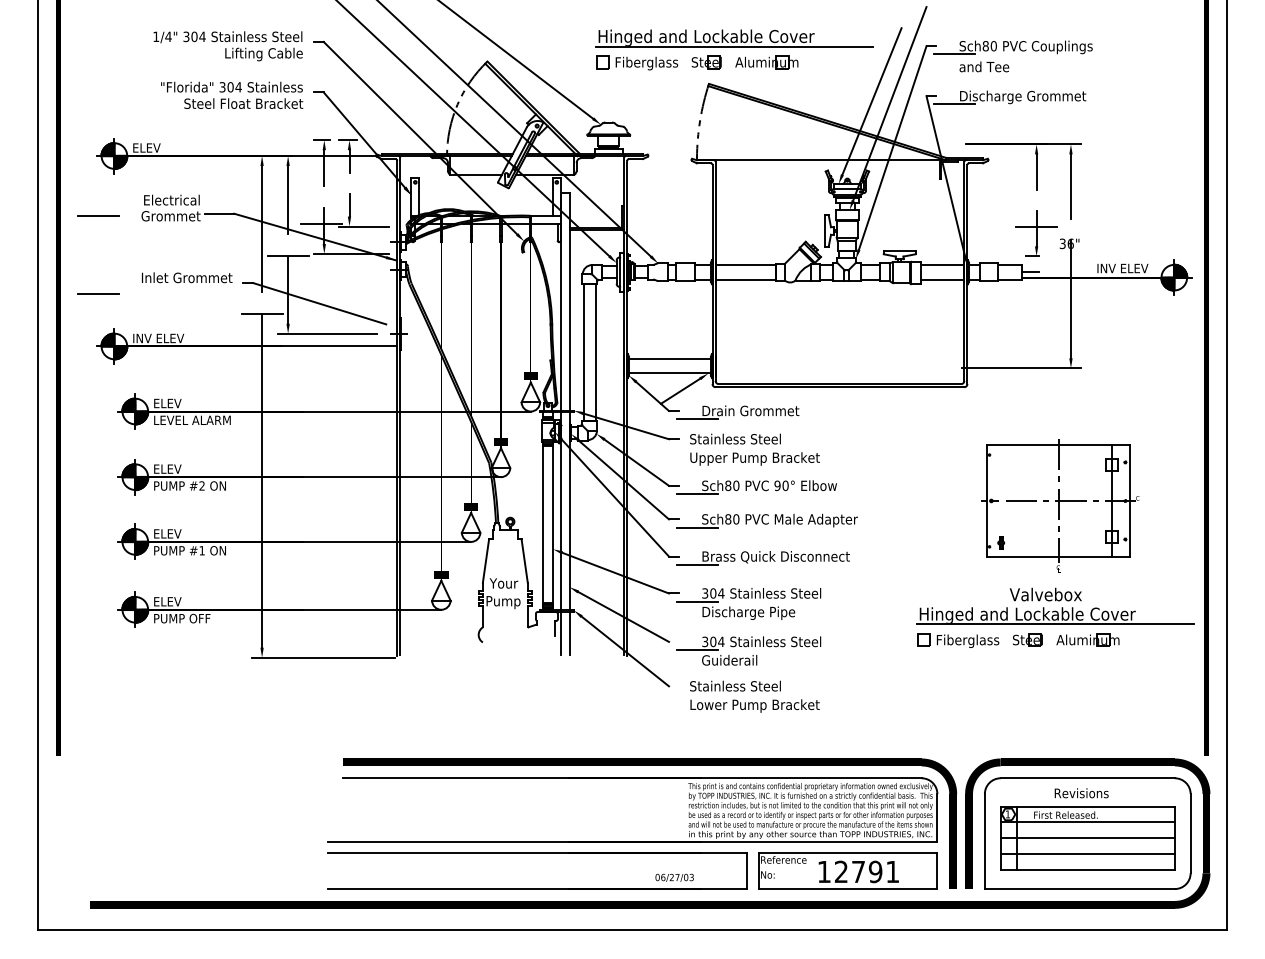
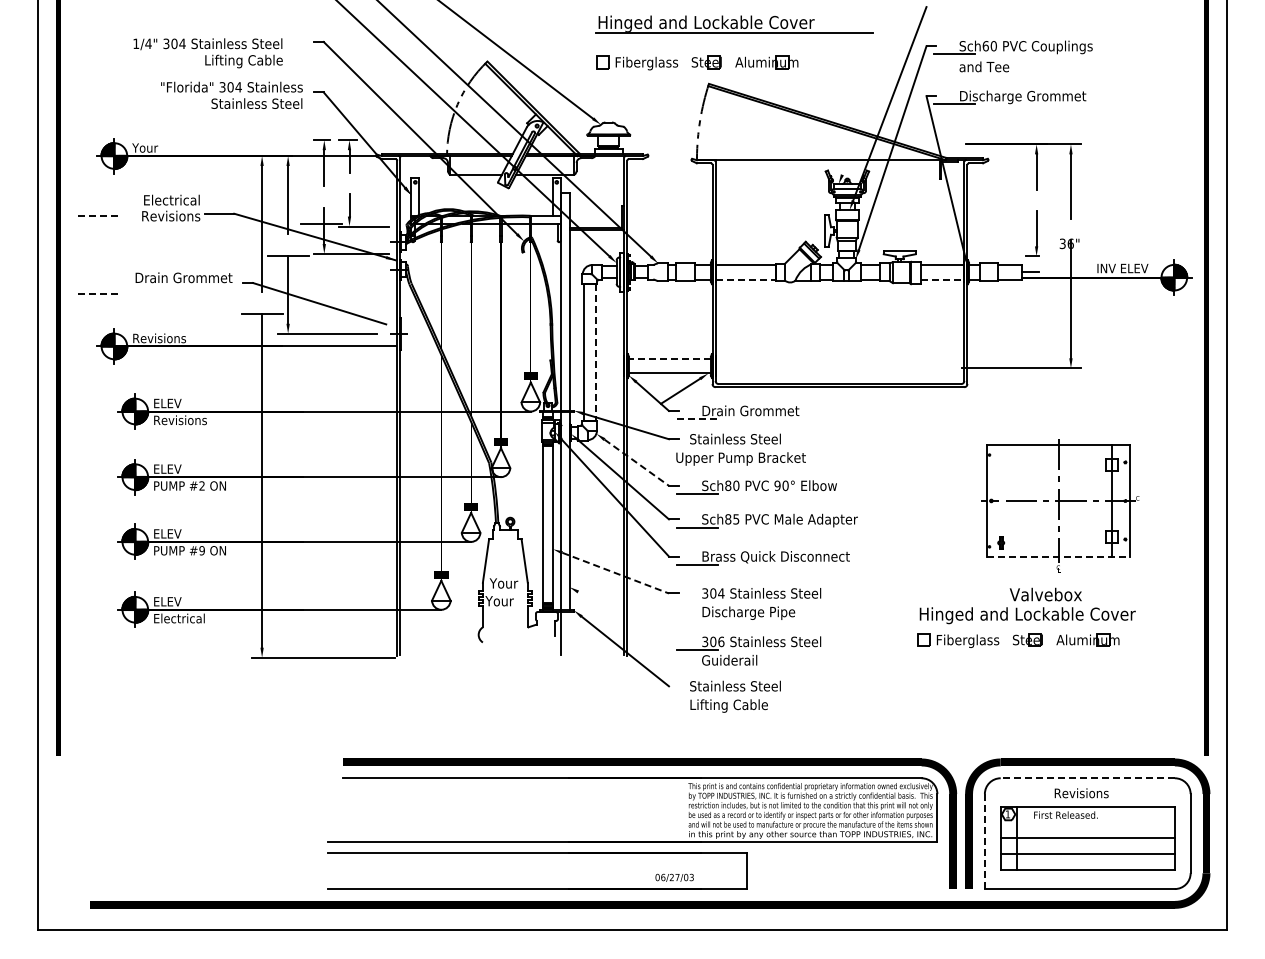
part at (734, 38) position: (734, 38) -> (734, 24)
text at (227, 46) position: (227, 46) -> (207, 53)
text at (985, 46): Sch80 -> Sch60
line at (871, 101): present -> none
text at (243, 103): Steel Float Bracket -> Stainless Steel
text at (146, 147): ELEV -> Your
text at (170, 215): Grommet -> Revisions
line at (98, 216): solid -> dashed
line at (1036, 227): present -> none
text at (151, 277): Inlet Grommet -> Drain Grommet
line at (746, 279): solid -> dashed
line at (942, 279): solid -> dashed
line at (98, 293): solid -> dashed
text at (159, 338): INV ELEV -> Revisions
line at (595, 353): solid -> dashed
line at (669, 358): solid -> dashed
line at (697, 419): solid -> dashed
text at (192, 420): LEVEL ALARM -> Revisions
text at (754, 458) position: (754, 458) -> (740, 458)
line at (636, 462): solid -> dashed
text at (736, 519): Sch80 -> Sch85
text at (201, 550): #1 -> #9
line at (1058, 556): solid -> dashed
line at (616, 573): solid -> dashed
line at (696, 601): present -> none
text at (502, 602): Pump -> Your
line at (623, 616): present -> none
text at (182, 618): PUMP OFF -> Electrical
line at (1054, 624): present -> none
line at (569, 633): present -> none
text at (721, 641): 304 -> 306
text at (758, 705): Lower Pump Bracket -> Lifting Cable
line at (1087, 778): solid -> dashed
line at (1087, 822): present -> none
line at (984, 841): solid -> dashed
part at (847, 870): present -> none
